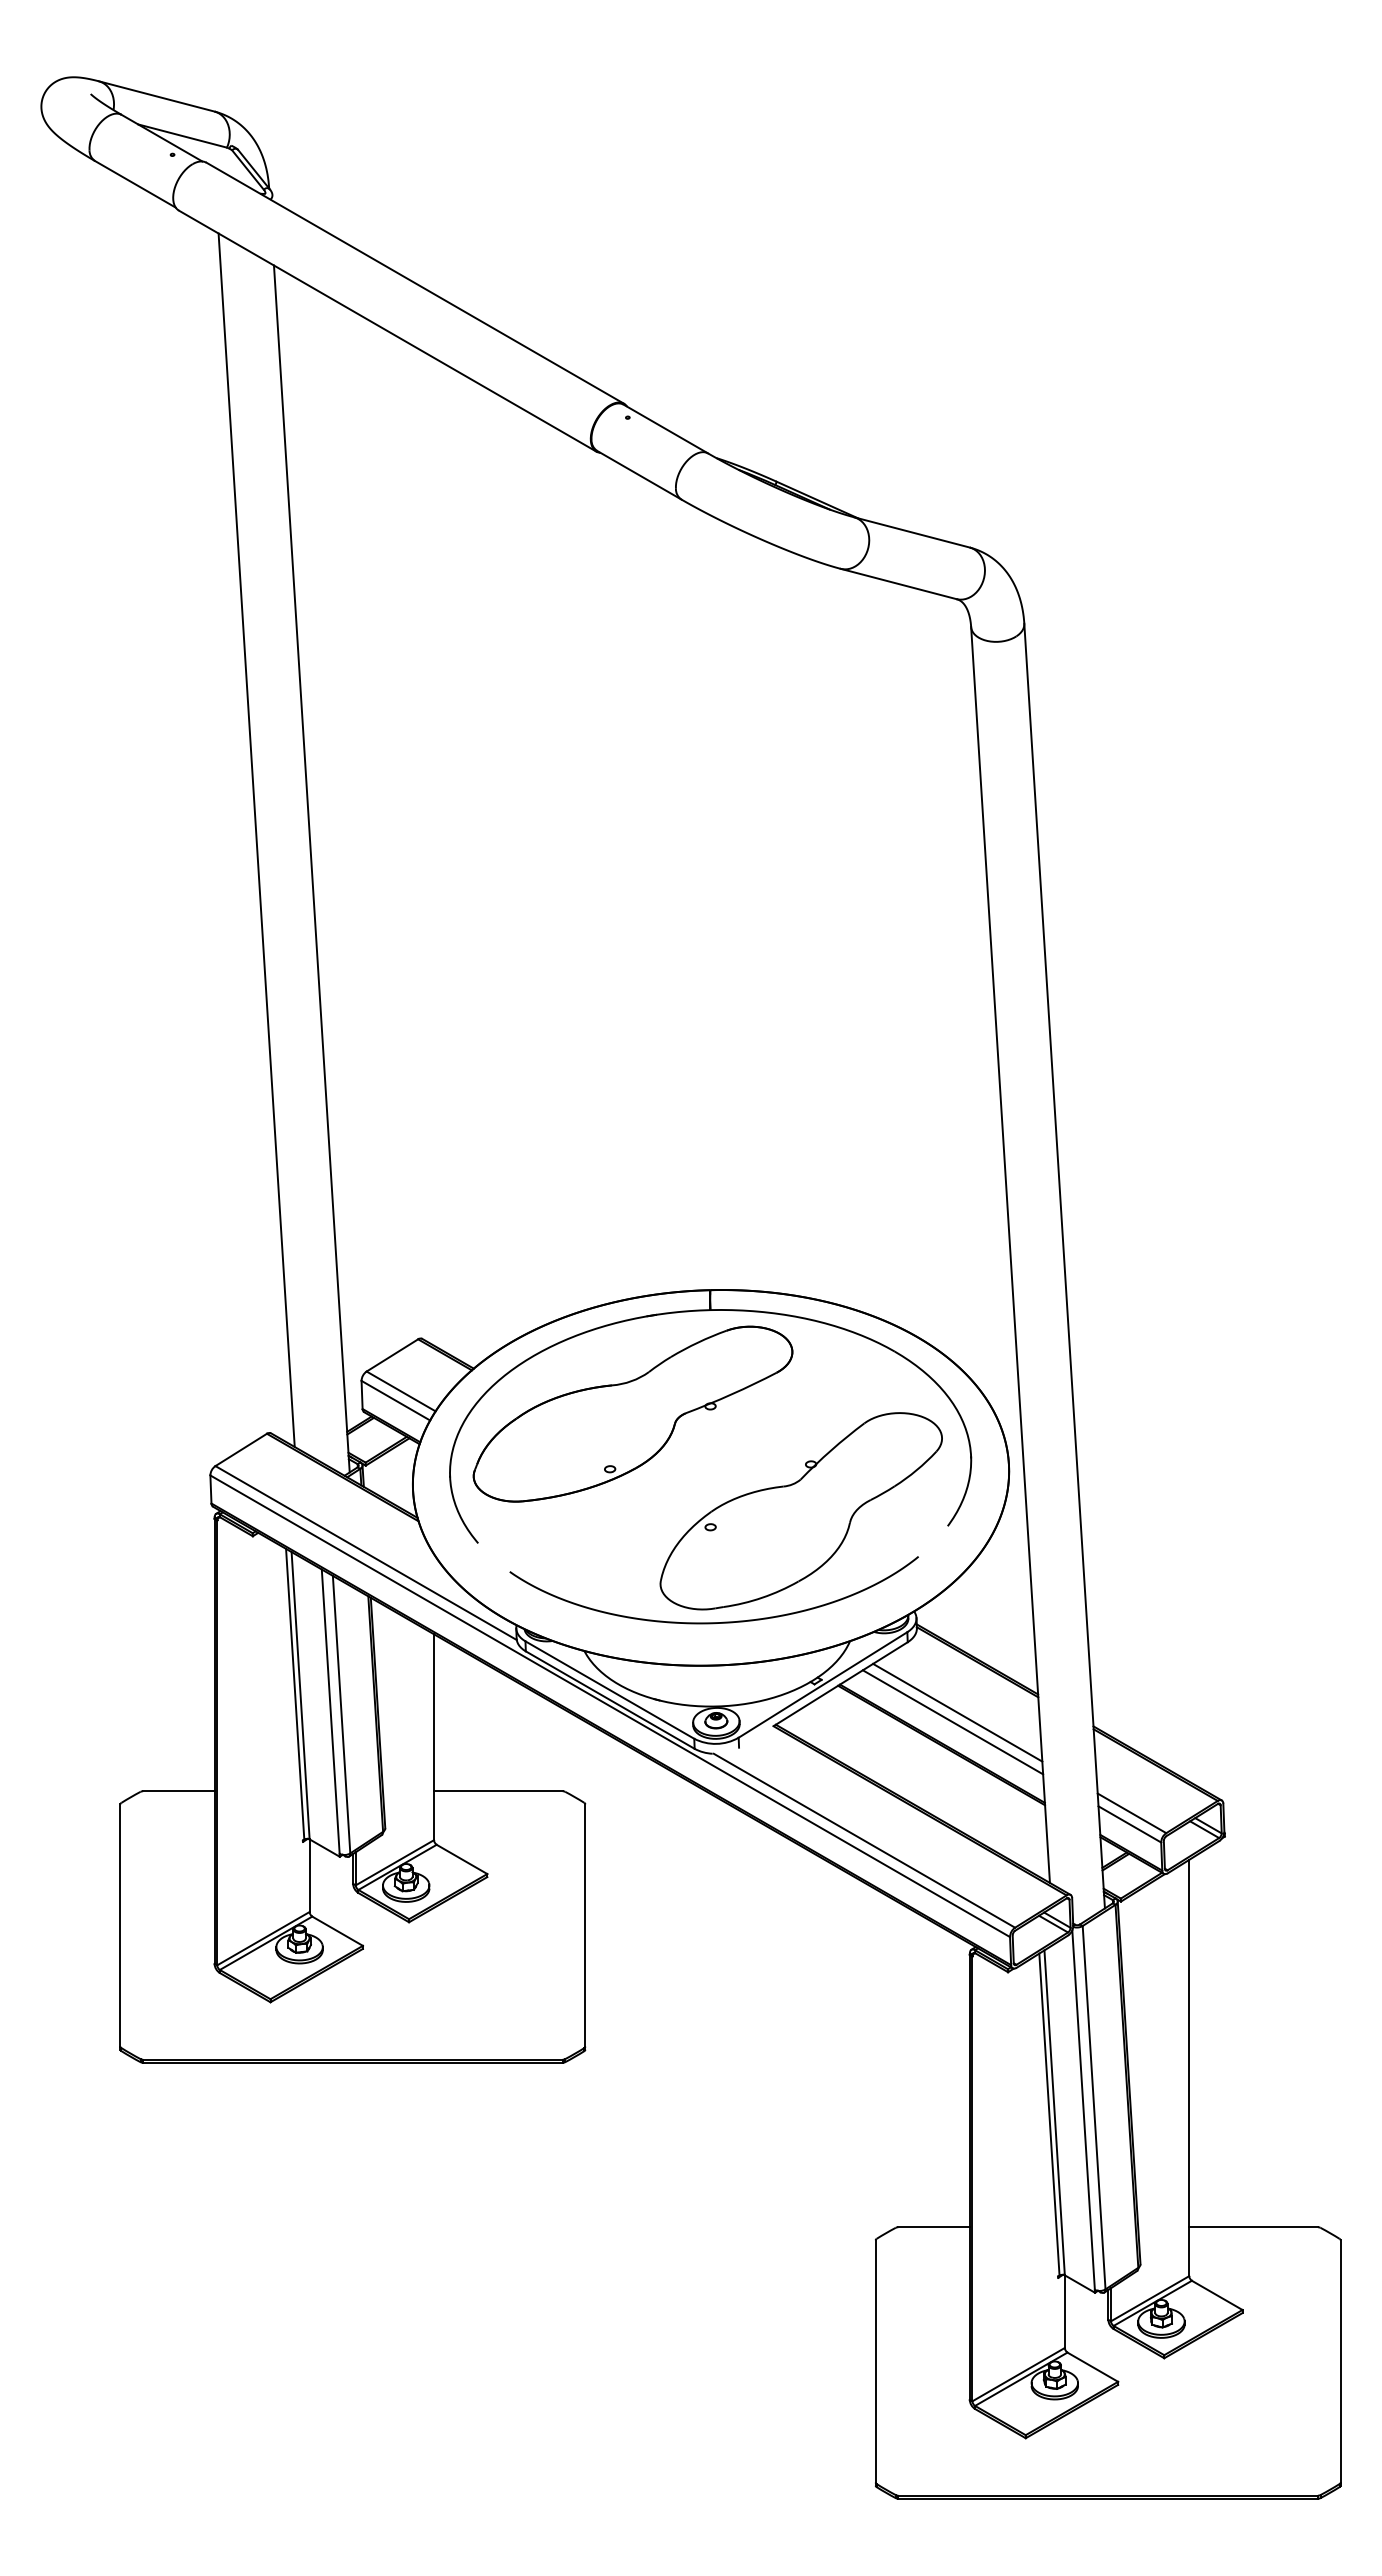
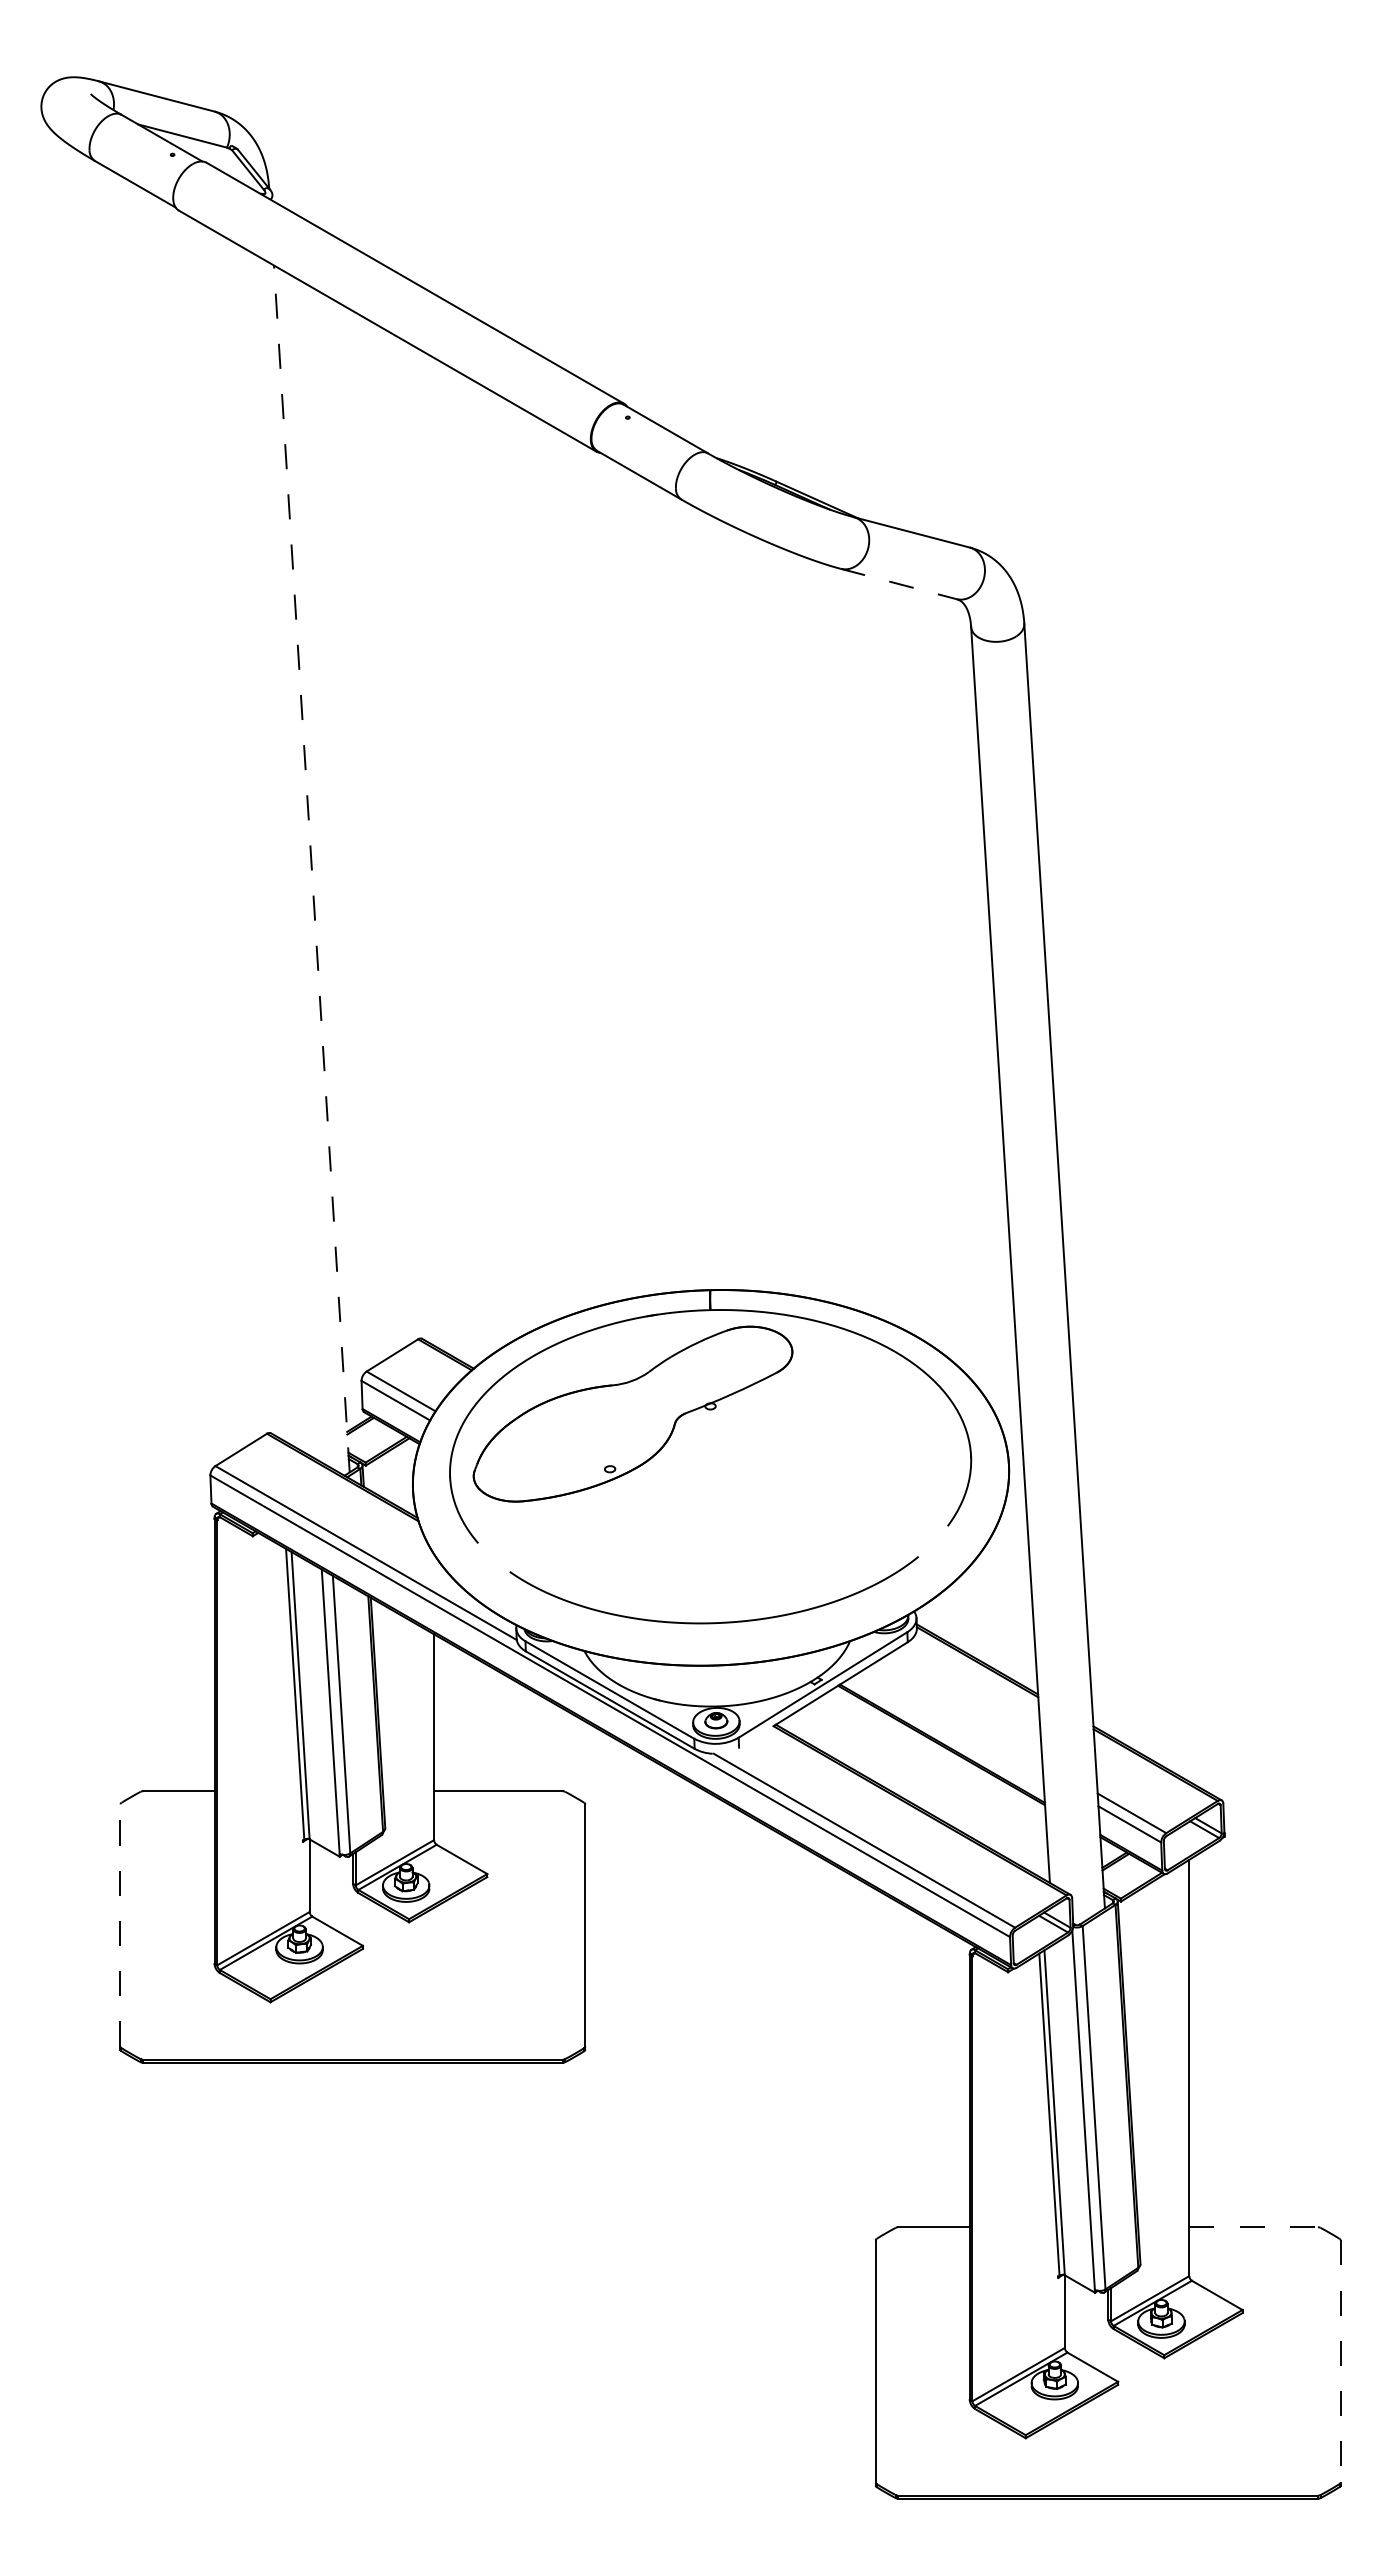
line at (898, 583): solid -> dashed
line at (256, 839): present -> none
line at (311, 868): solid -> dashed
part at (800, 1511): present -> none
line at (957, 1712): present -> none
line at (952, 1722): present -> none
line at (120, 1924): solid -> dashed
line at (1254, 2227): solid -> dashed
line at (1340, 2361): solid -> dashed
